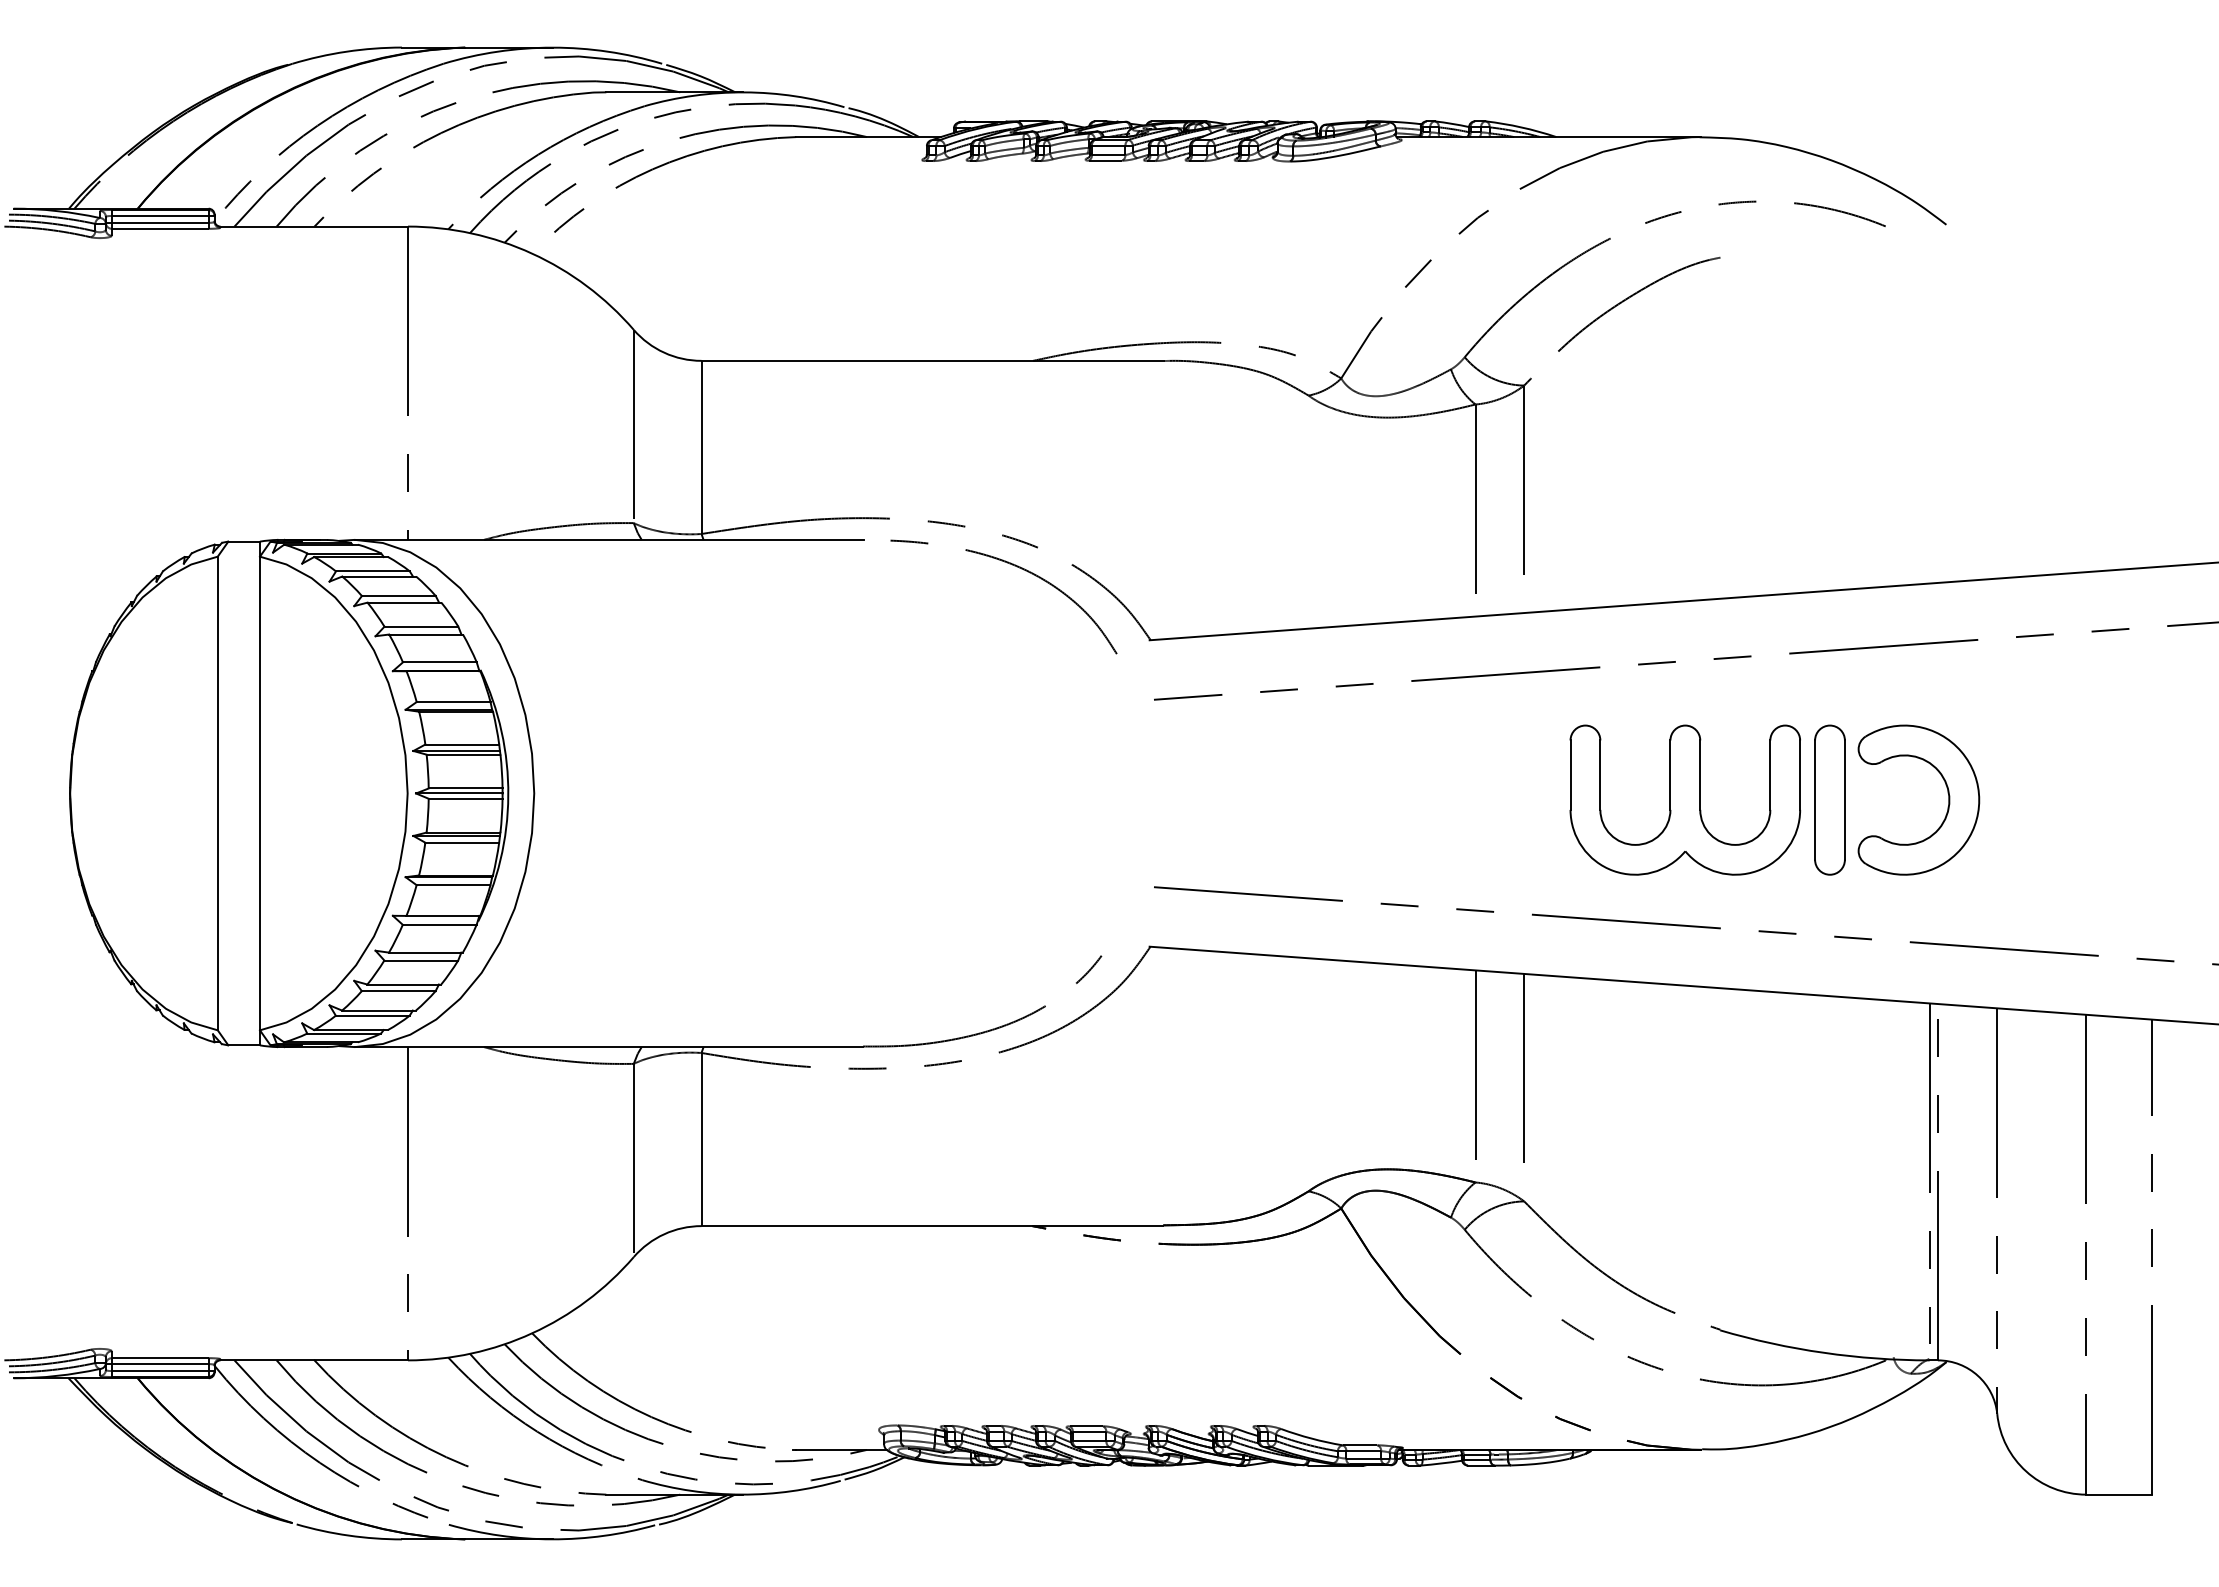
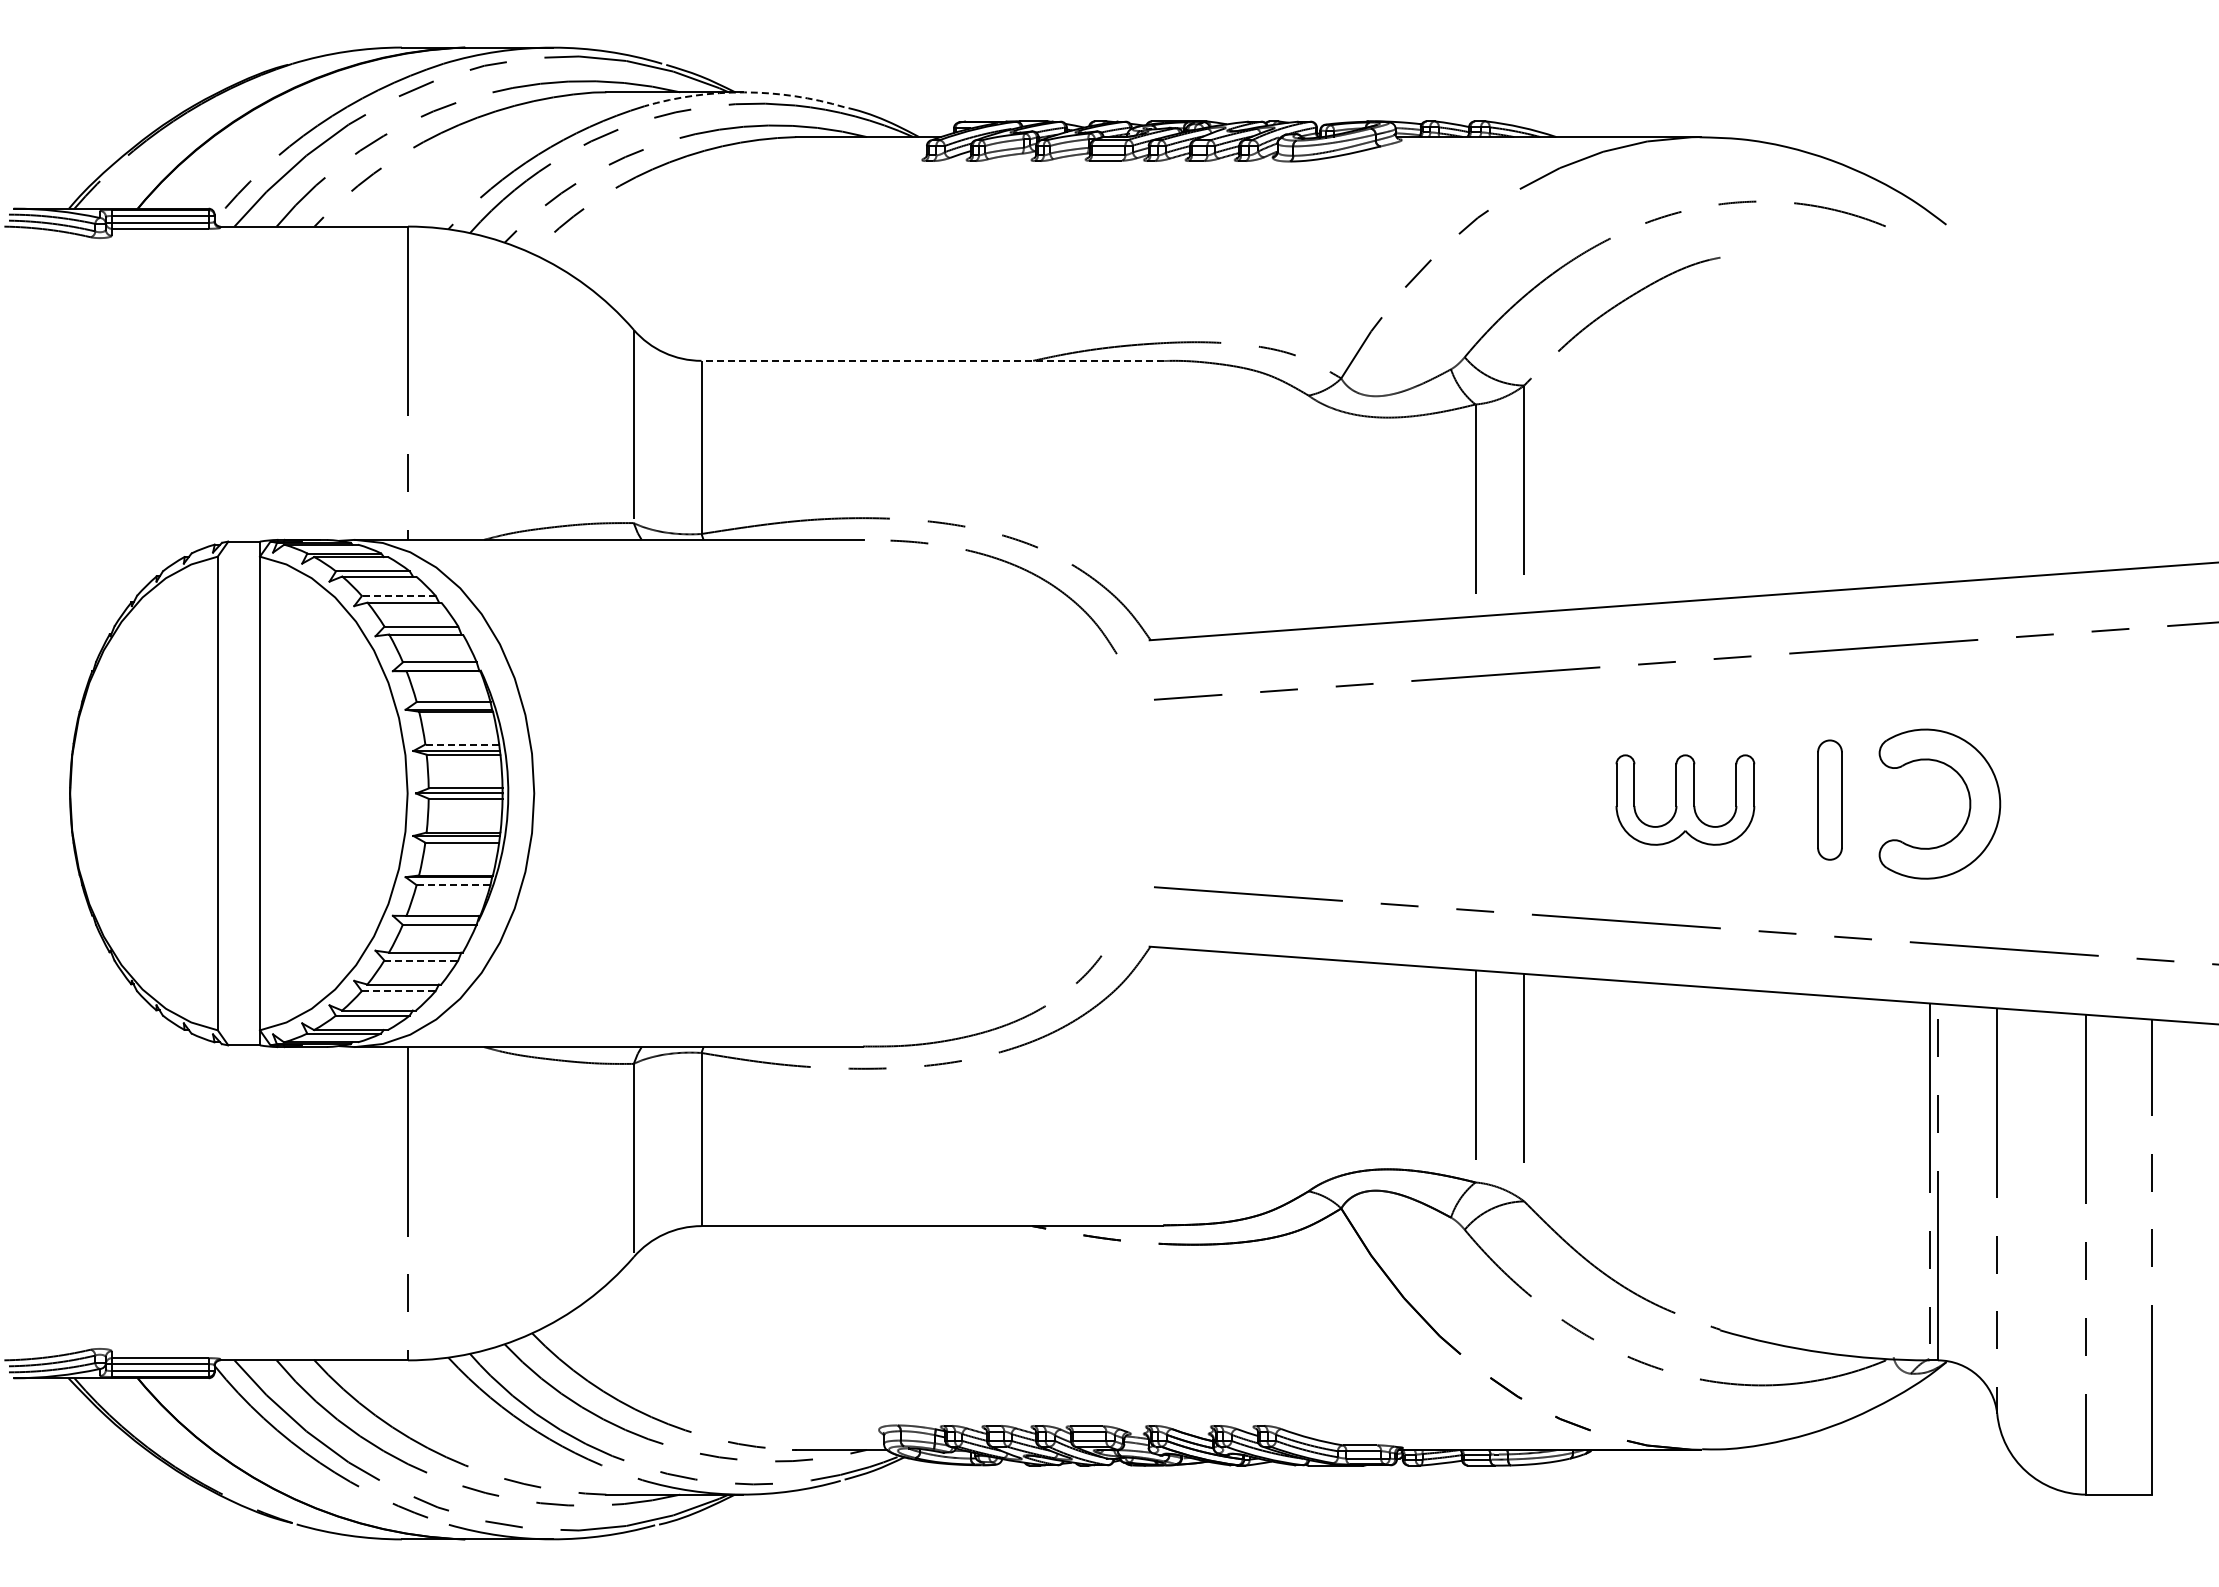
arc at (744, 92): solid -> dashed
line at (932, 360): solid -> dashed
line at (398, 596): solid -> dashed
line at (462, 744): solid -> dashed
part at (1947, 793) position: (1947, 793) -> (1968, 797)
part at (1685, 799) size: 233x152 px -> 141x92 px
part at (1829, 799) size: 32x152 px -> 26x122 px
line at (453, 885): solid -> dashed
line at (421, 960): solid -> dashed
line at (398, 991): solid -> dashed
